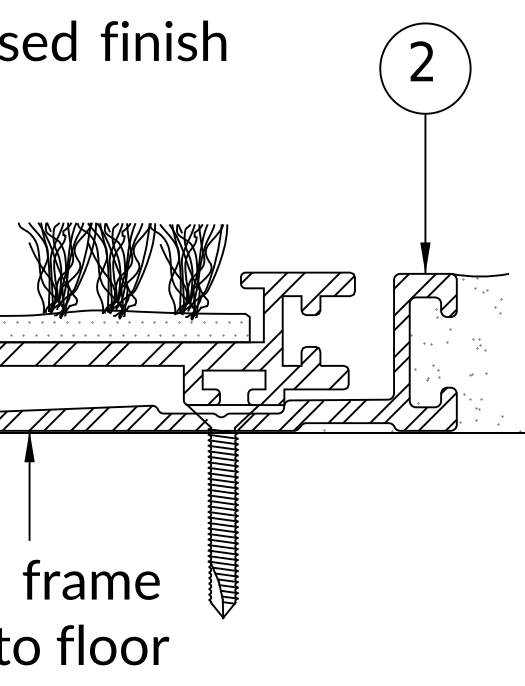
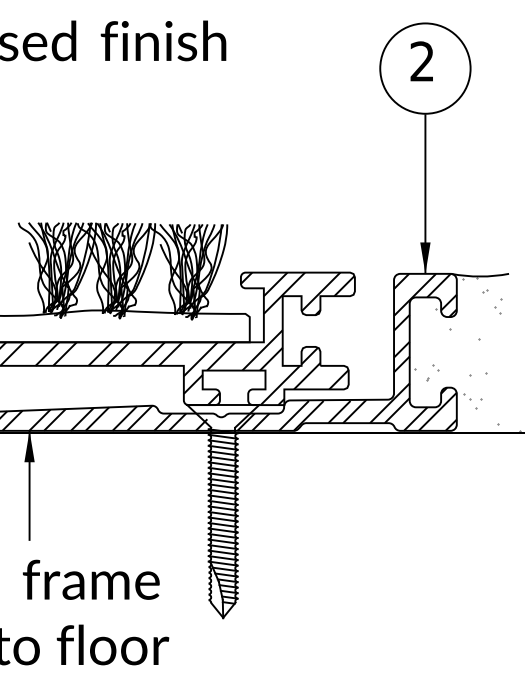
hatch at (125, 328): present -> none
hatch at (412, 359): present -> none
